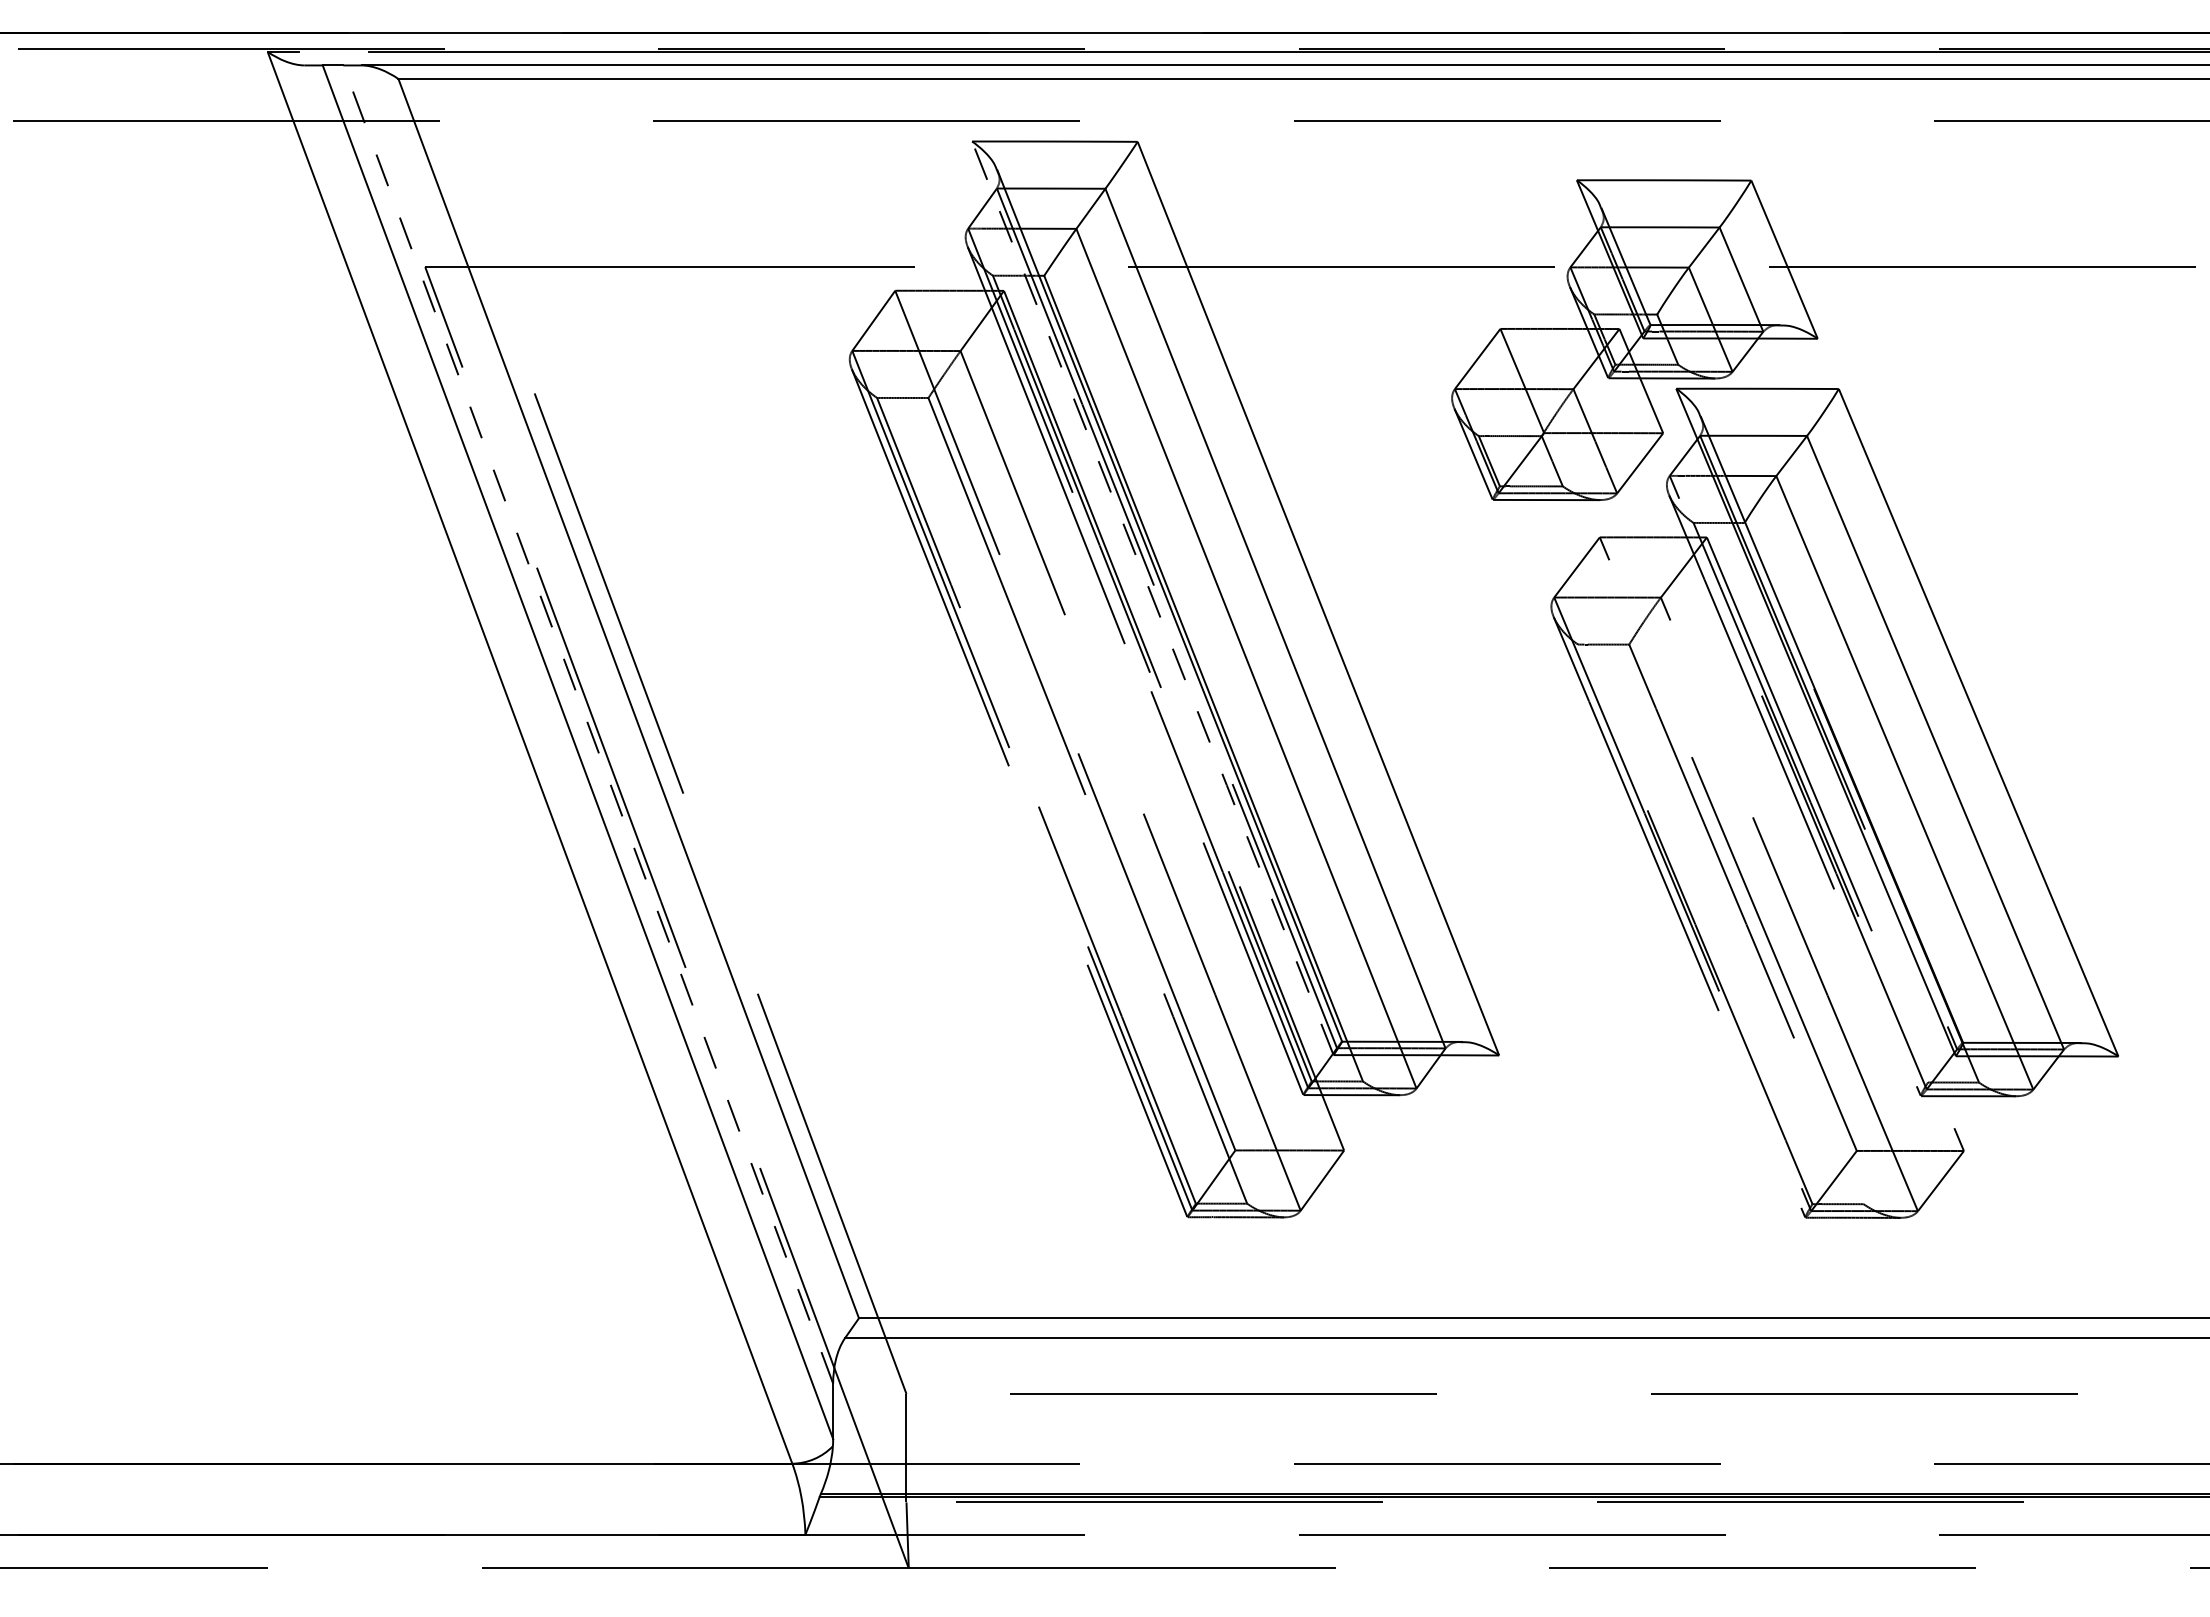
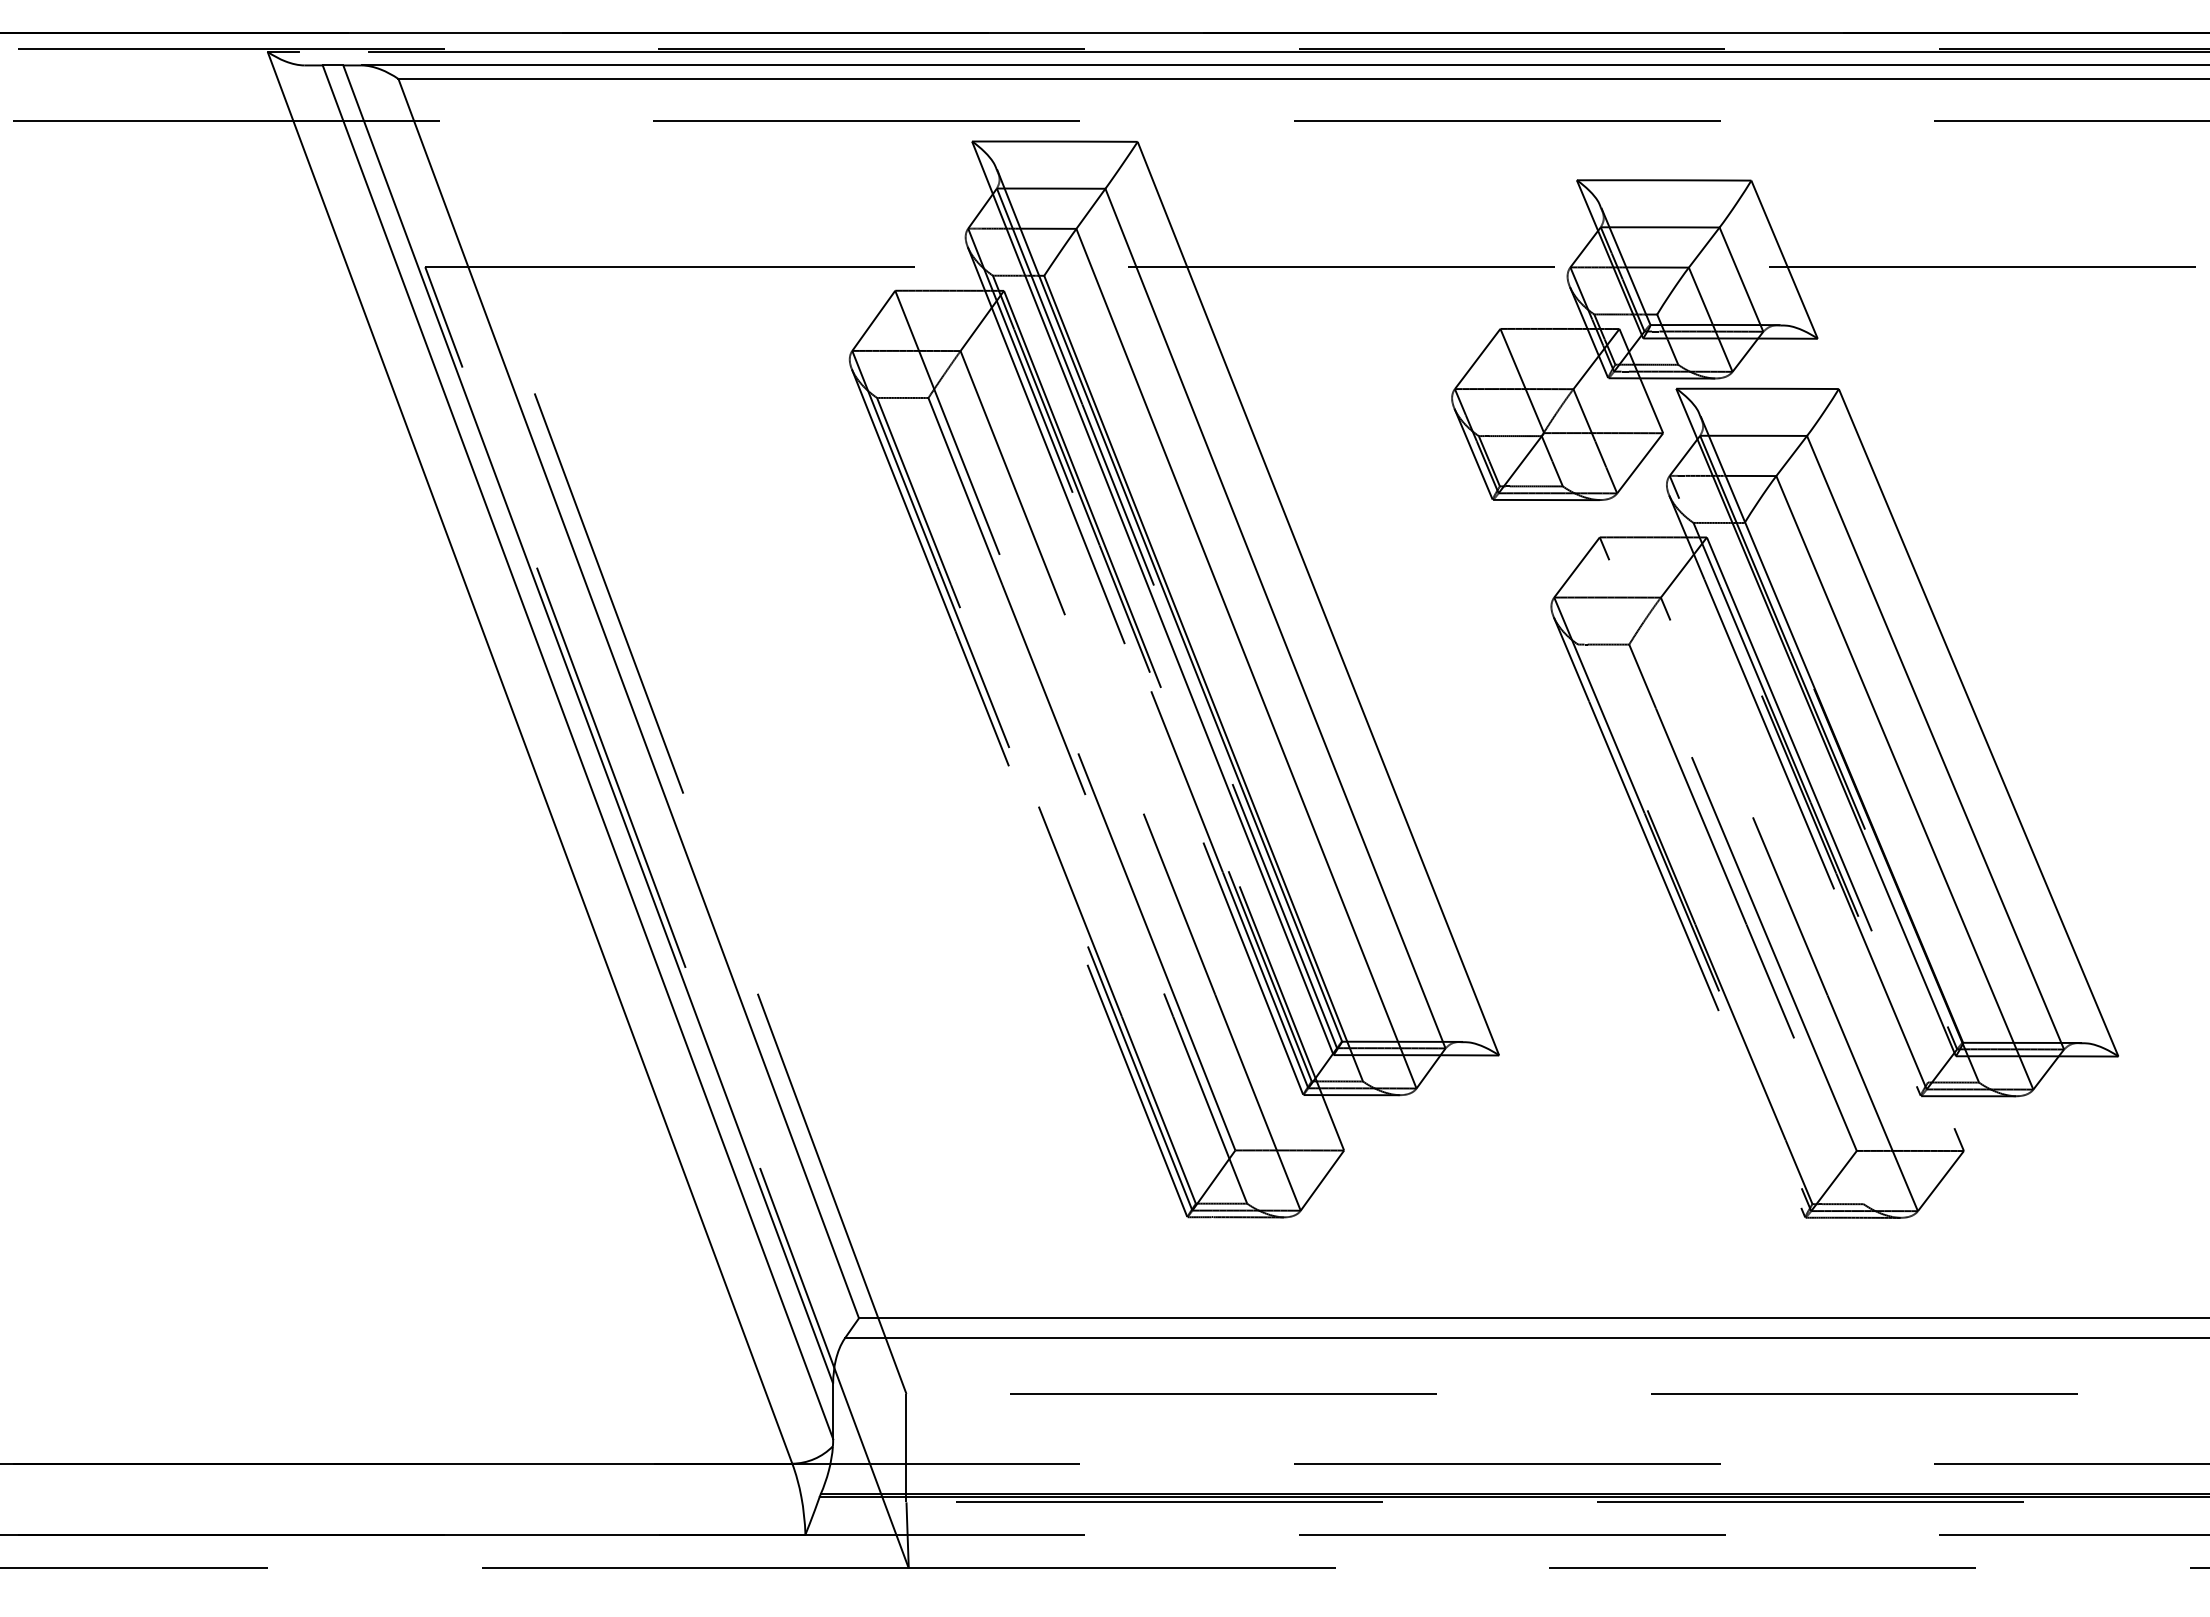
line at (1153, 599): dashed -> solid
line at (588, 723): dashed -> solid
